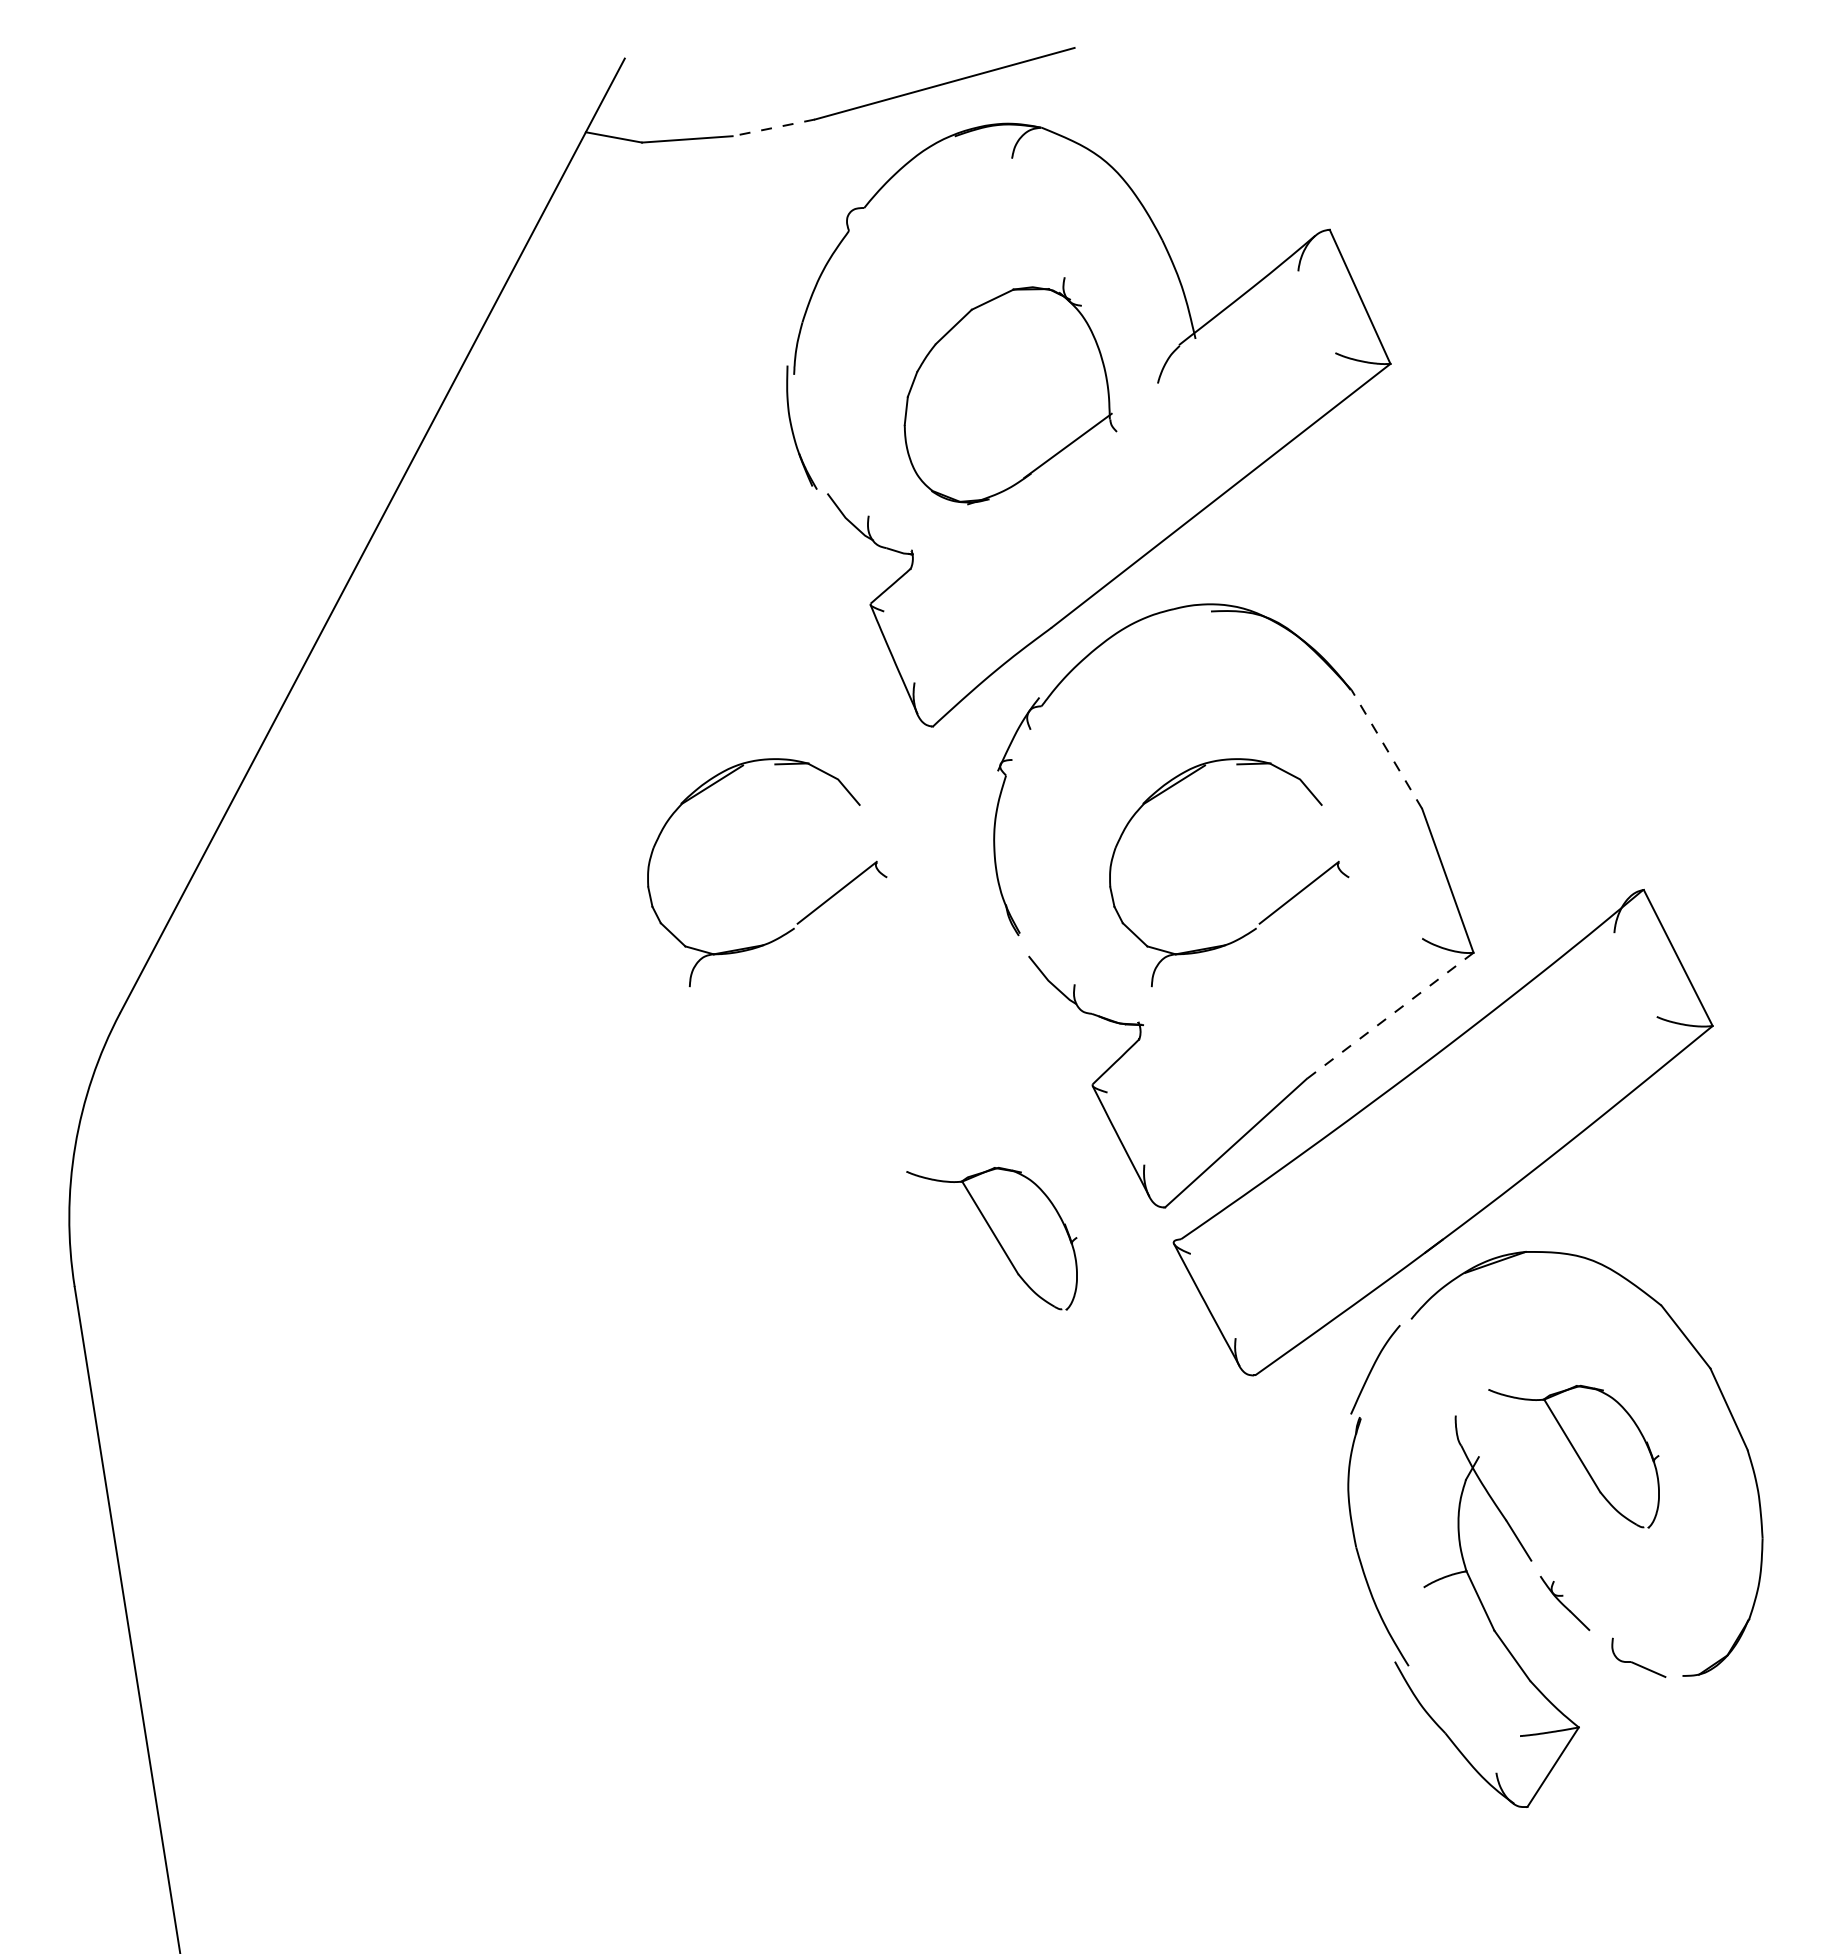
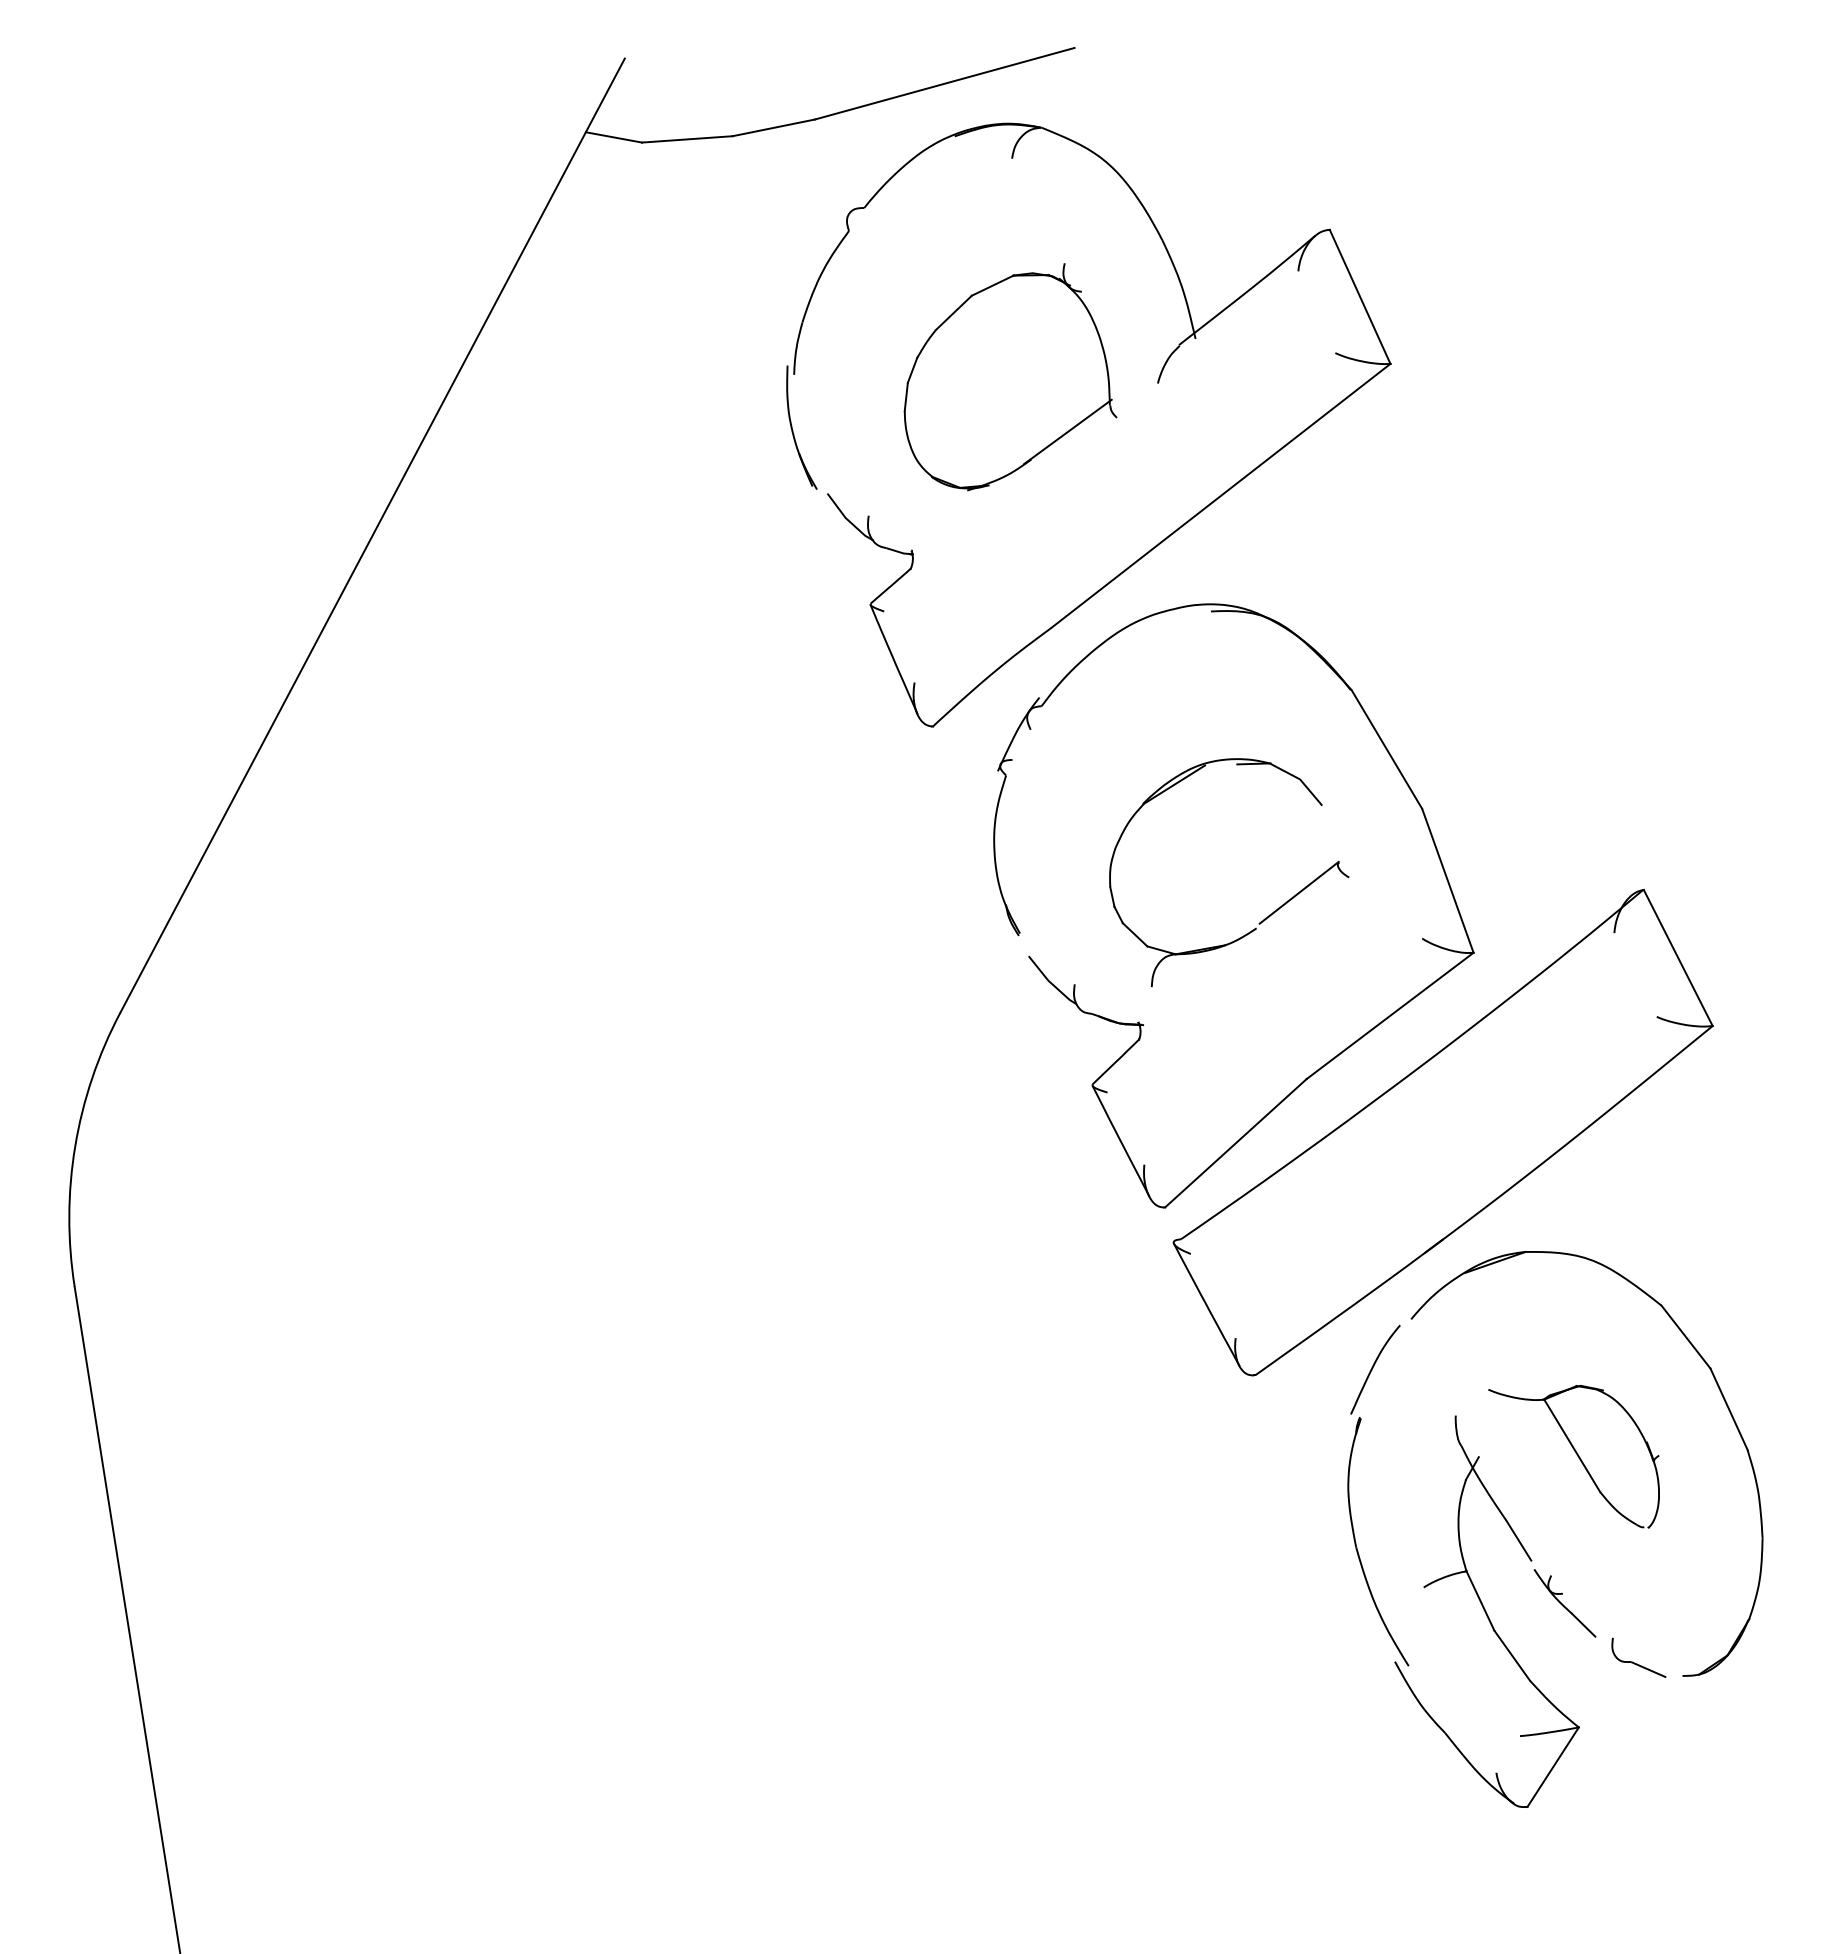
line at (773, 127): dashed -> solid
part at (1010, 391) position: (1010, 391) -> (1010, 377)
line at (1386, 749): dashed -> solid
part at (803, 917): present -> none
line at (1390, 1015): dashed -> solid
part at (991, 1238): present -> none
part at (1564, 1603) size: 52x56 px -> 64x69 px
